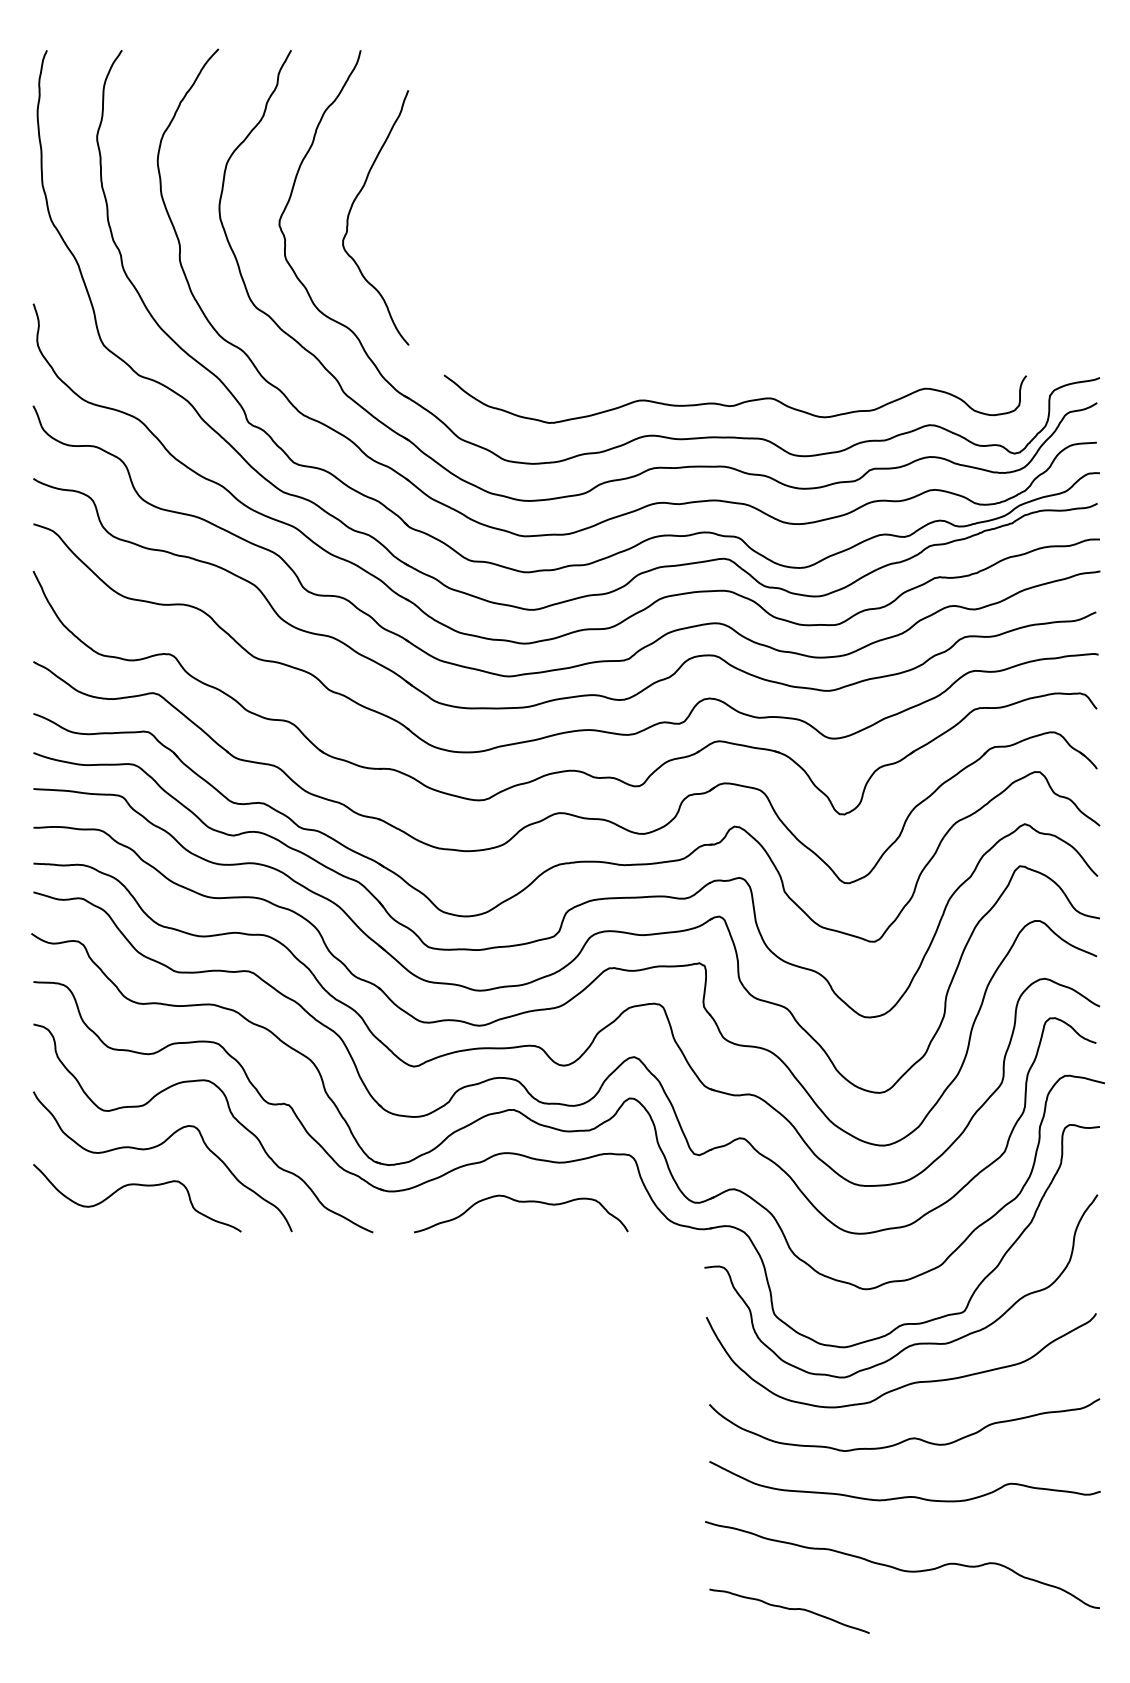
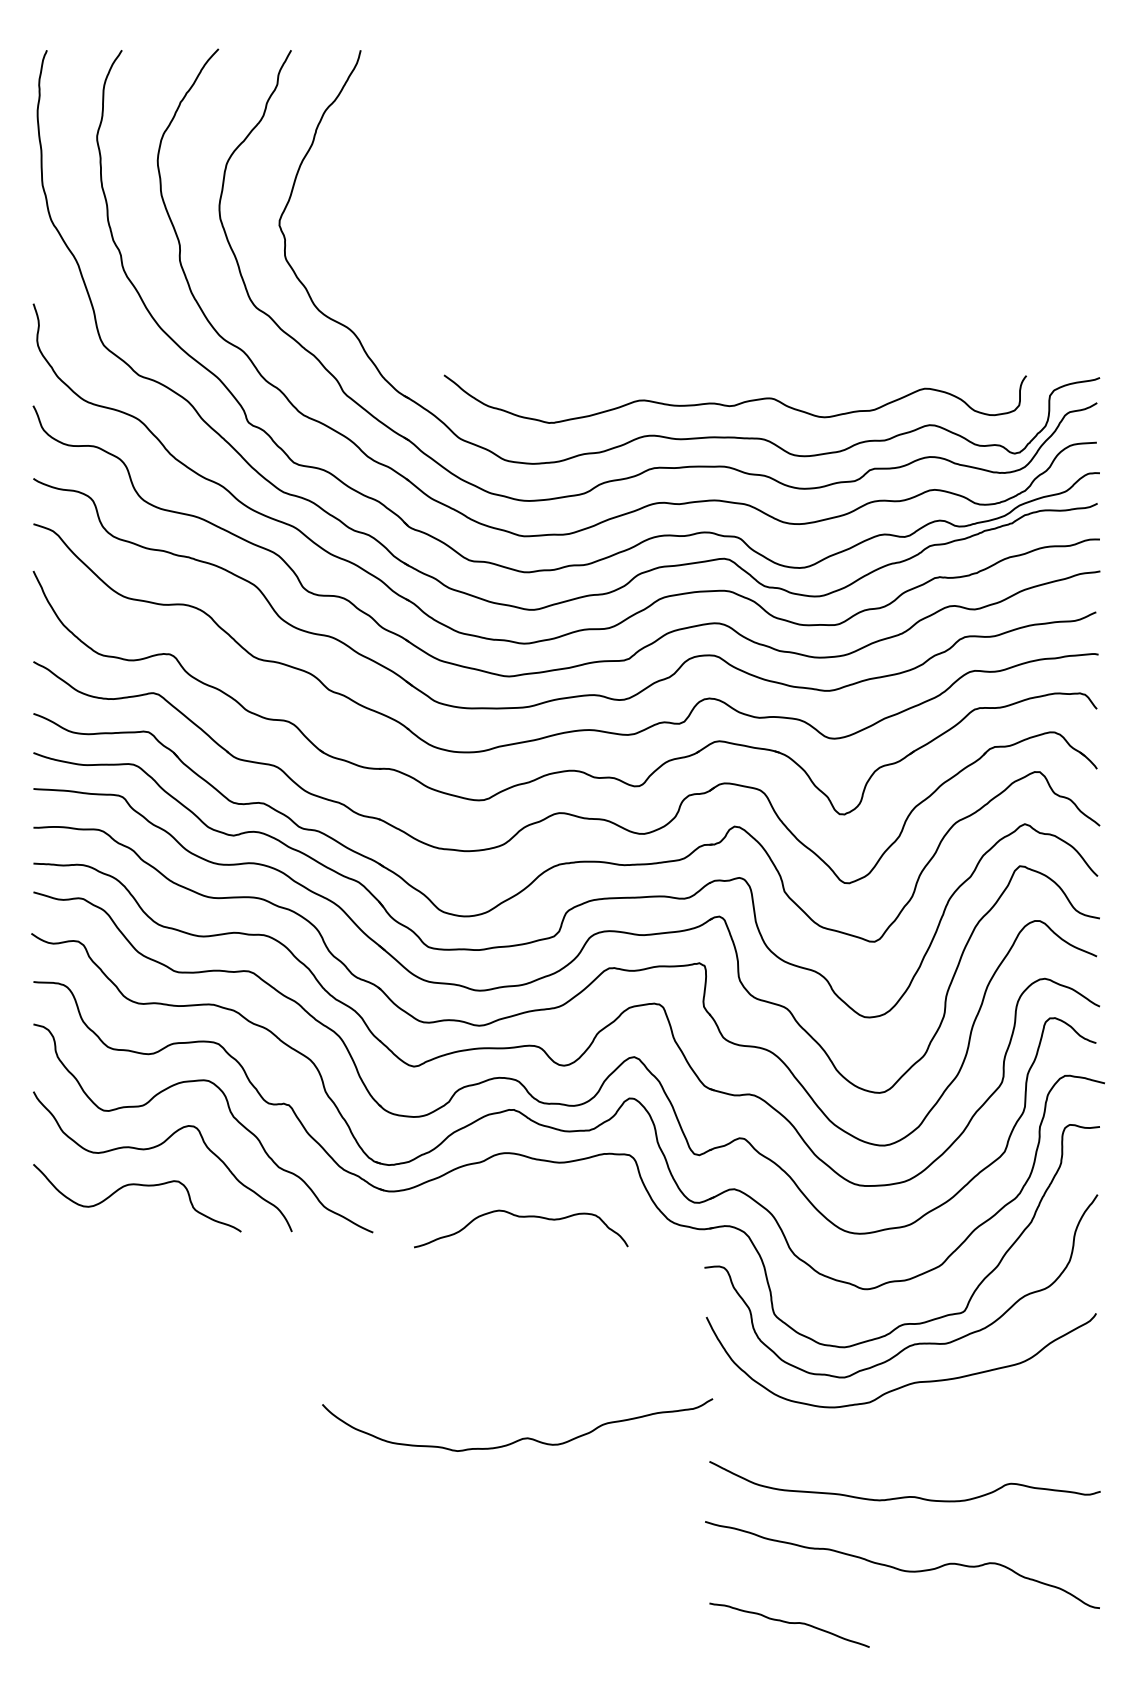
curve at (351, 210): present -> none
curve at (521, 1202) position: (521, 1202) -> (521, 1217)
curve at (910, 1437) position: (910, 1437) -> (523, 1437)
curve at (789, 1609) position: (789, 1609) -> (789, 1623)
